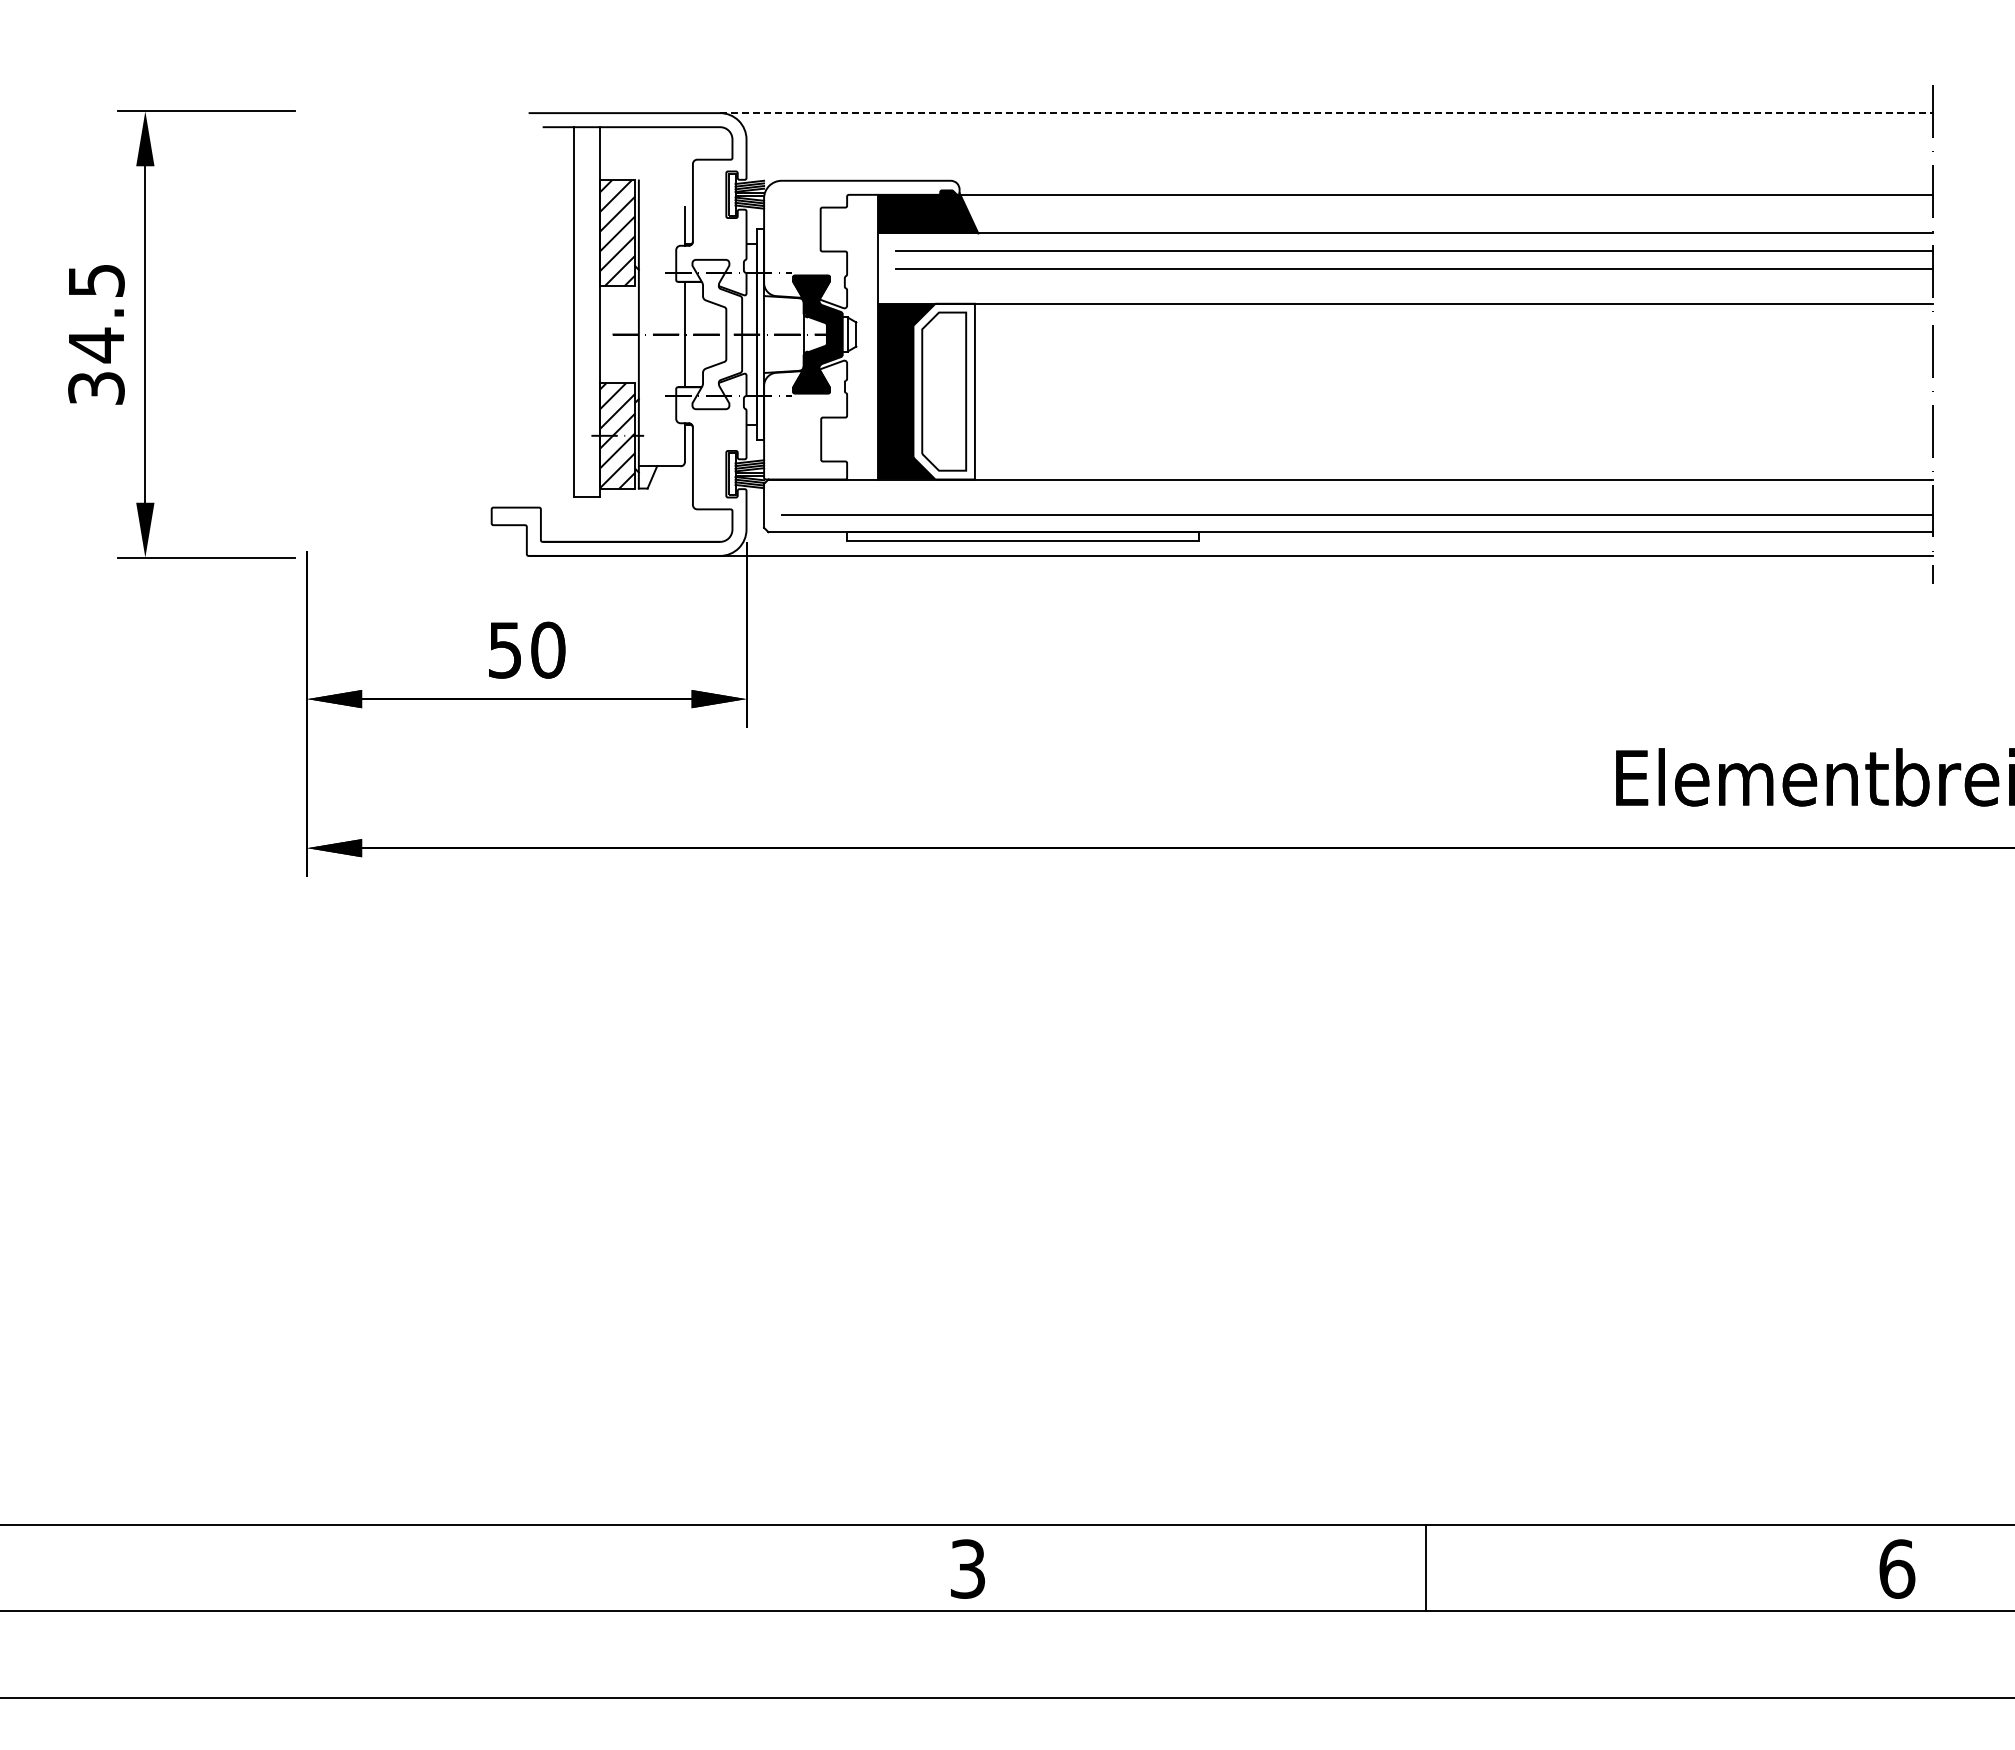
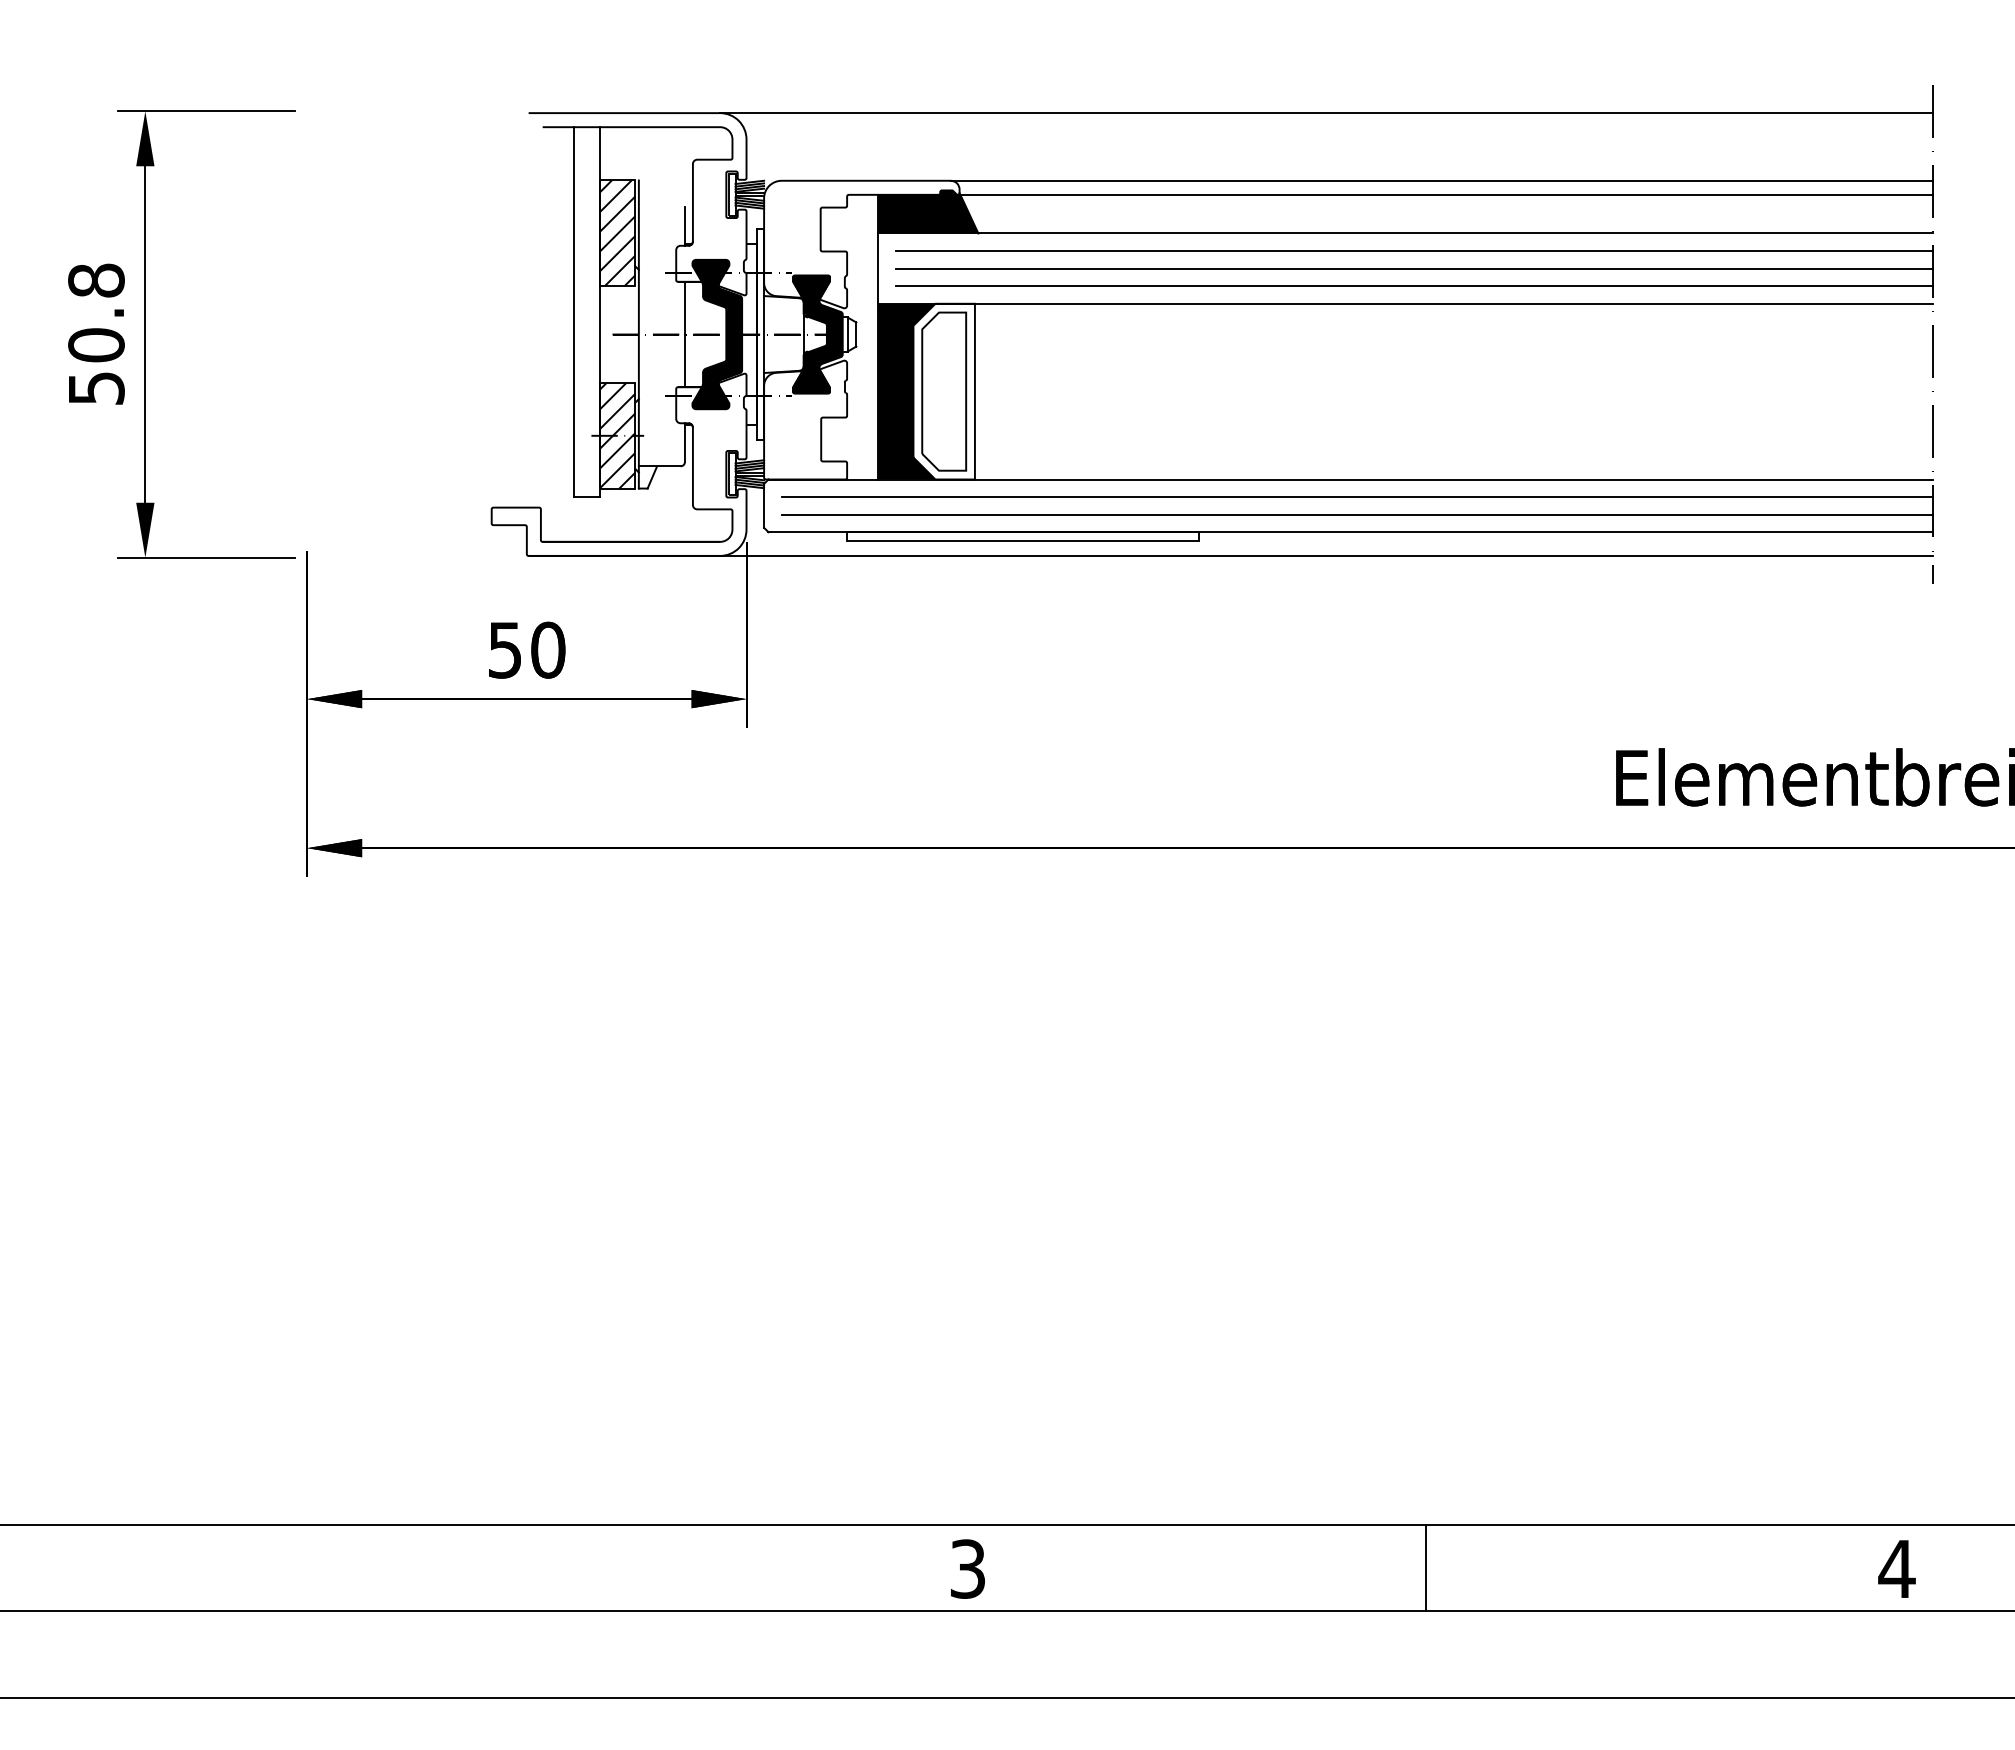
line at (1326, 113): dashed -> solid
line at (1441, 180): none -> present
line at (1413, 286): none -> present
text at (96, 333): 34.5 -> 50.8
fill at (717, 334): none -> present
line at (1356, 497): none -> present
text at (1896, 1568): 6 -> 4
